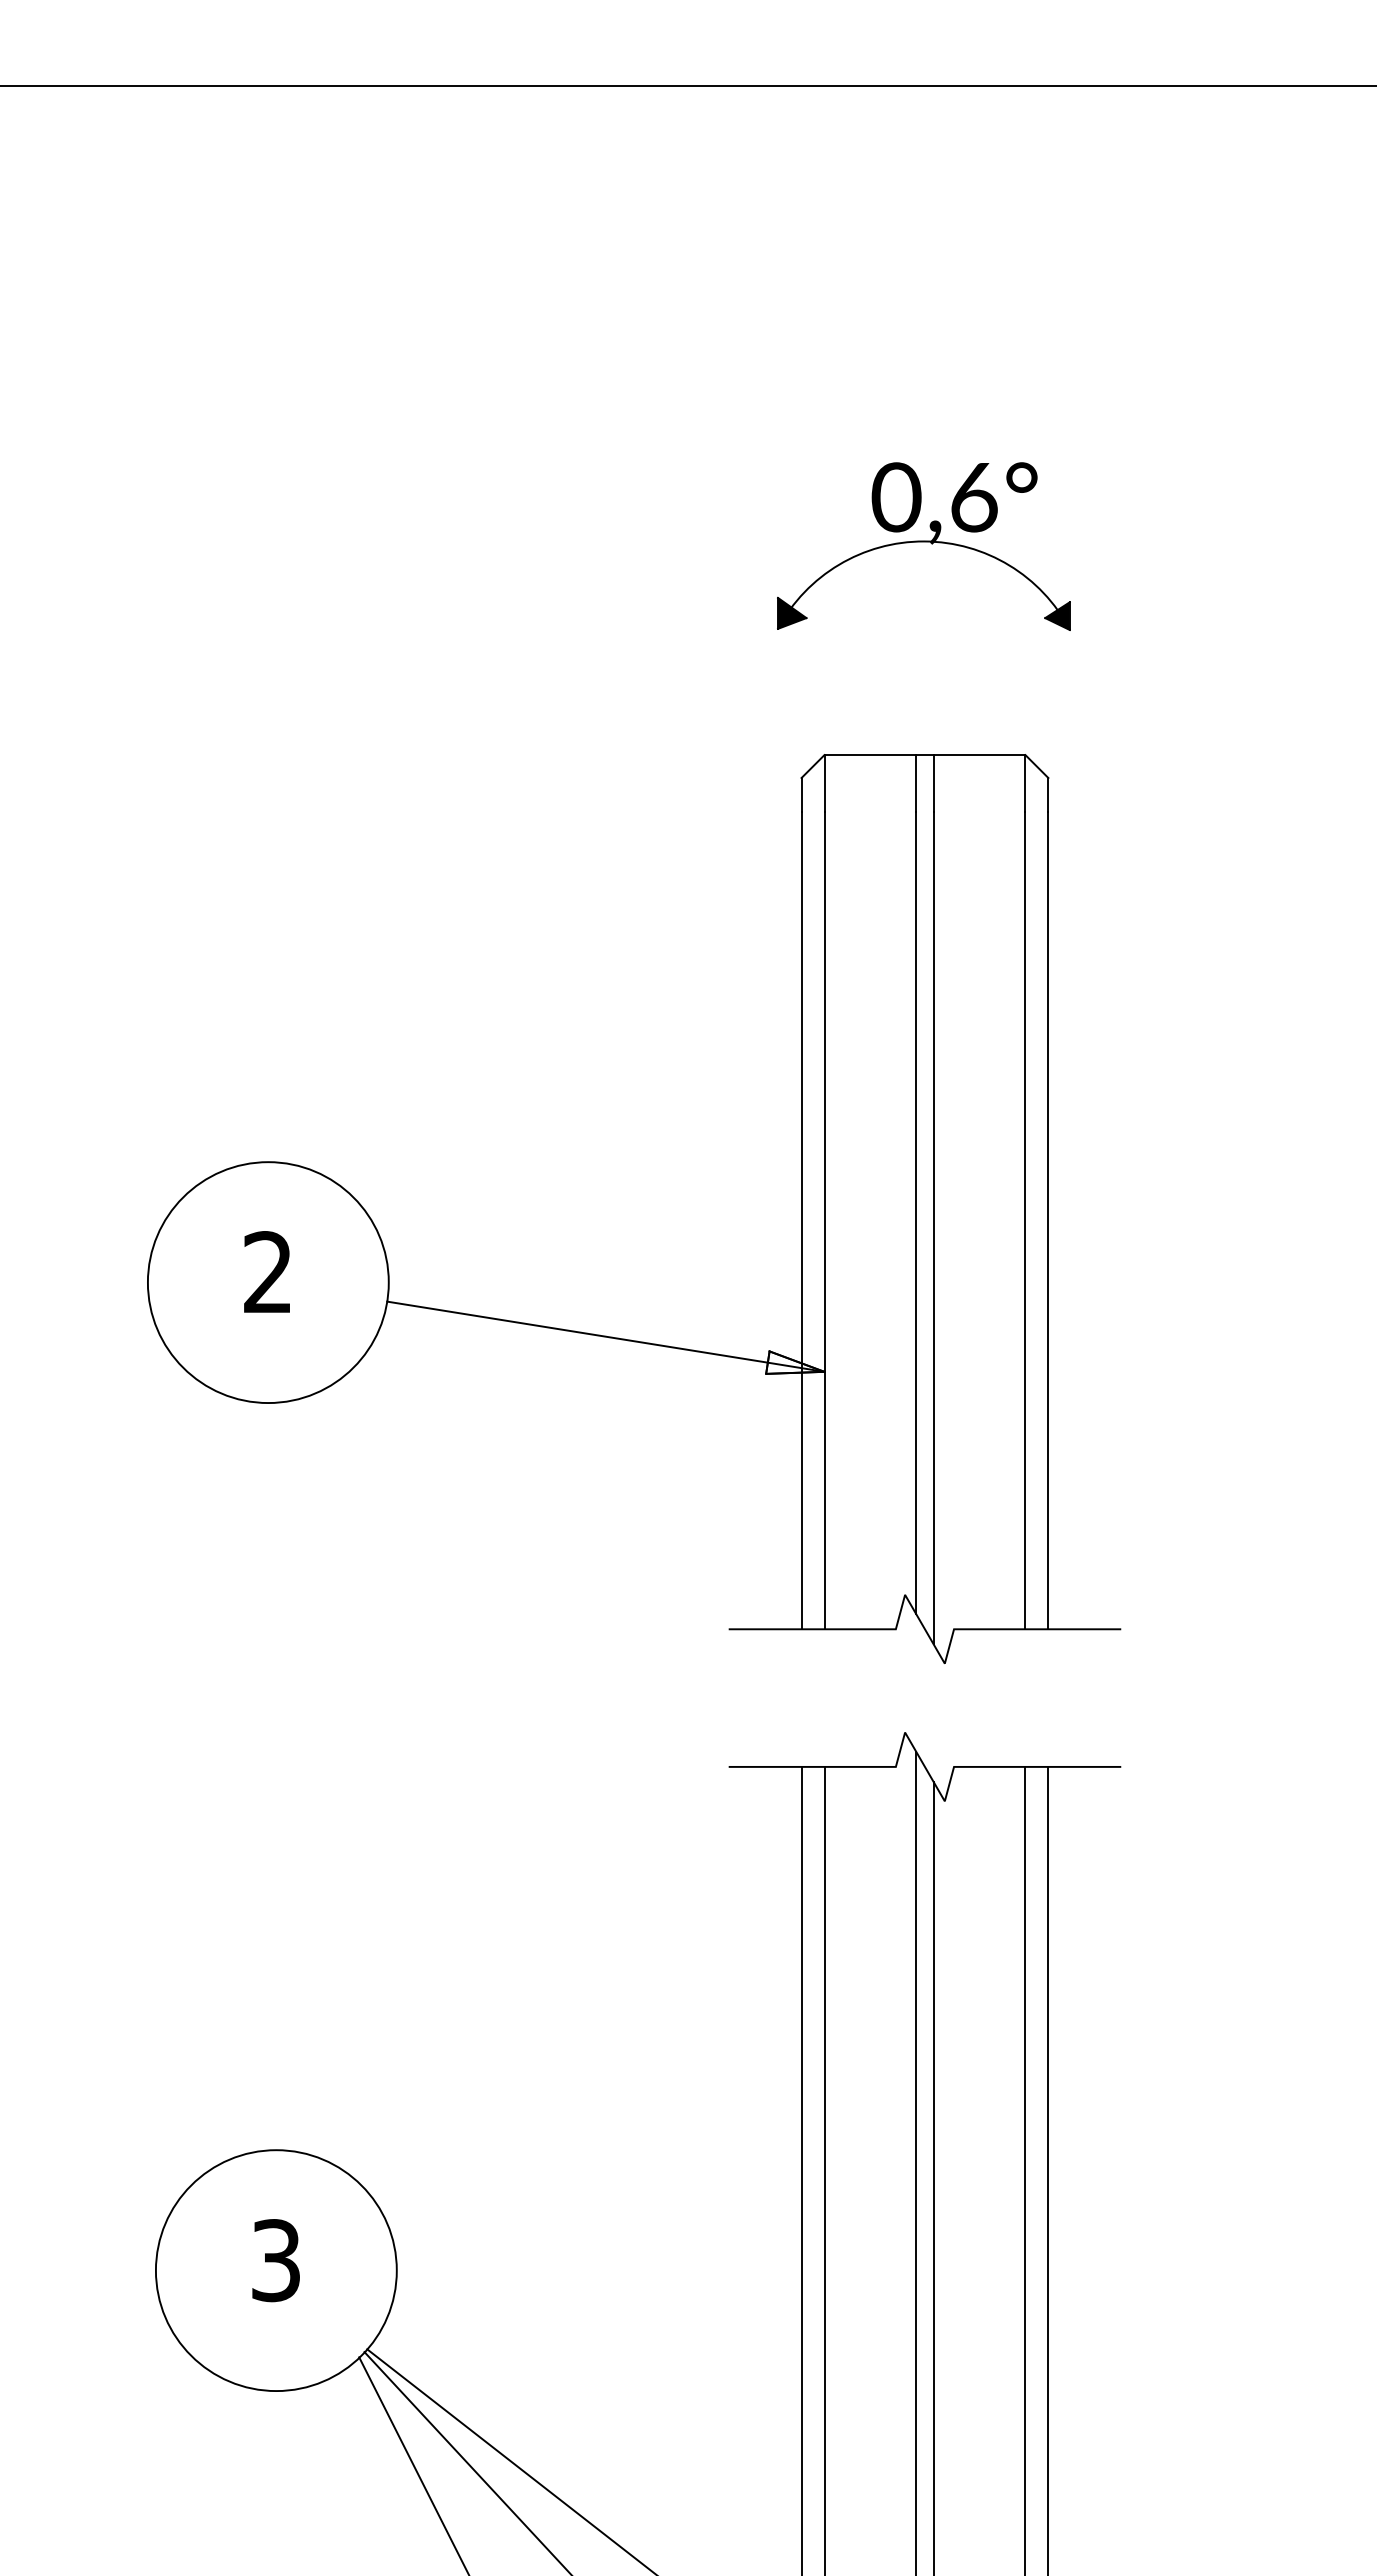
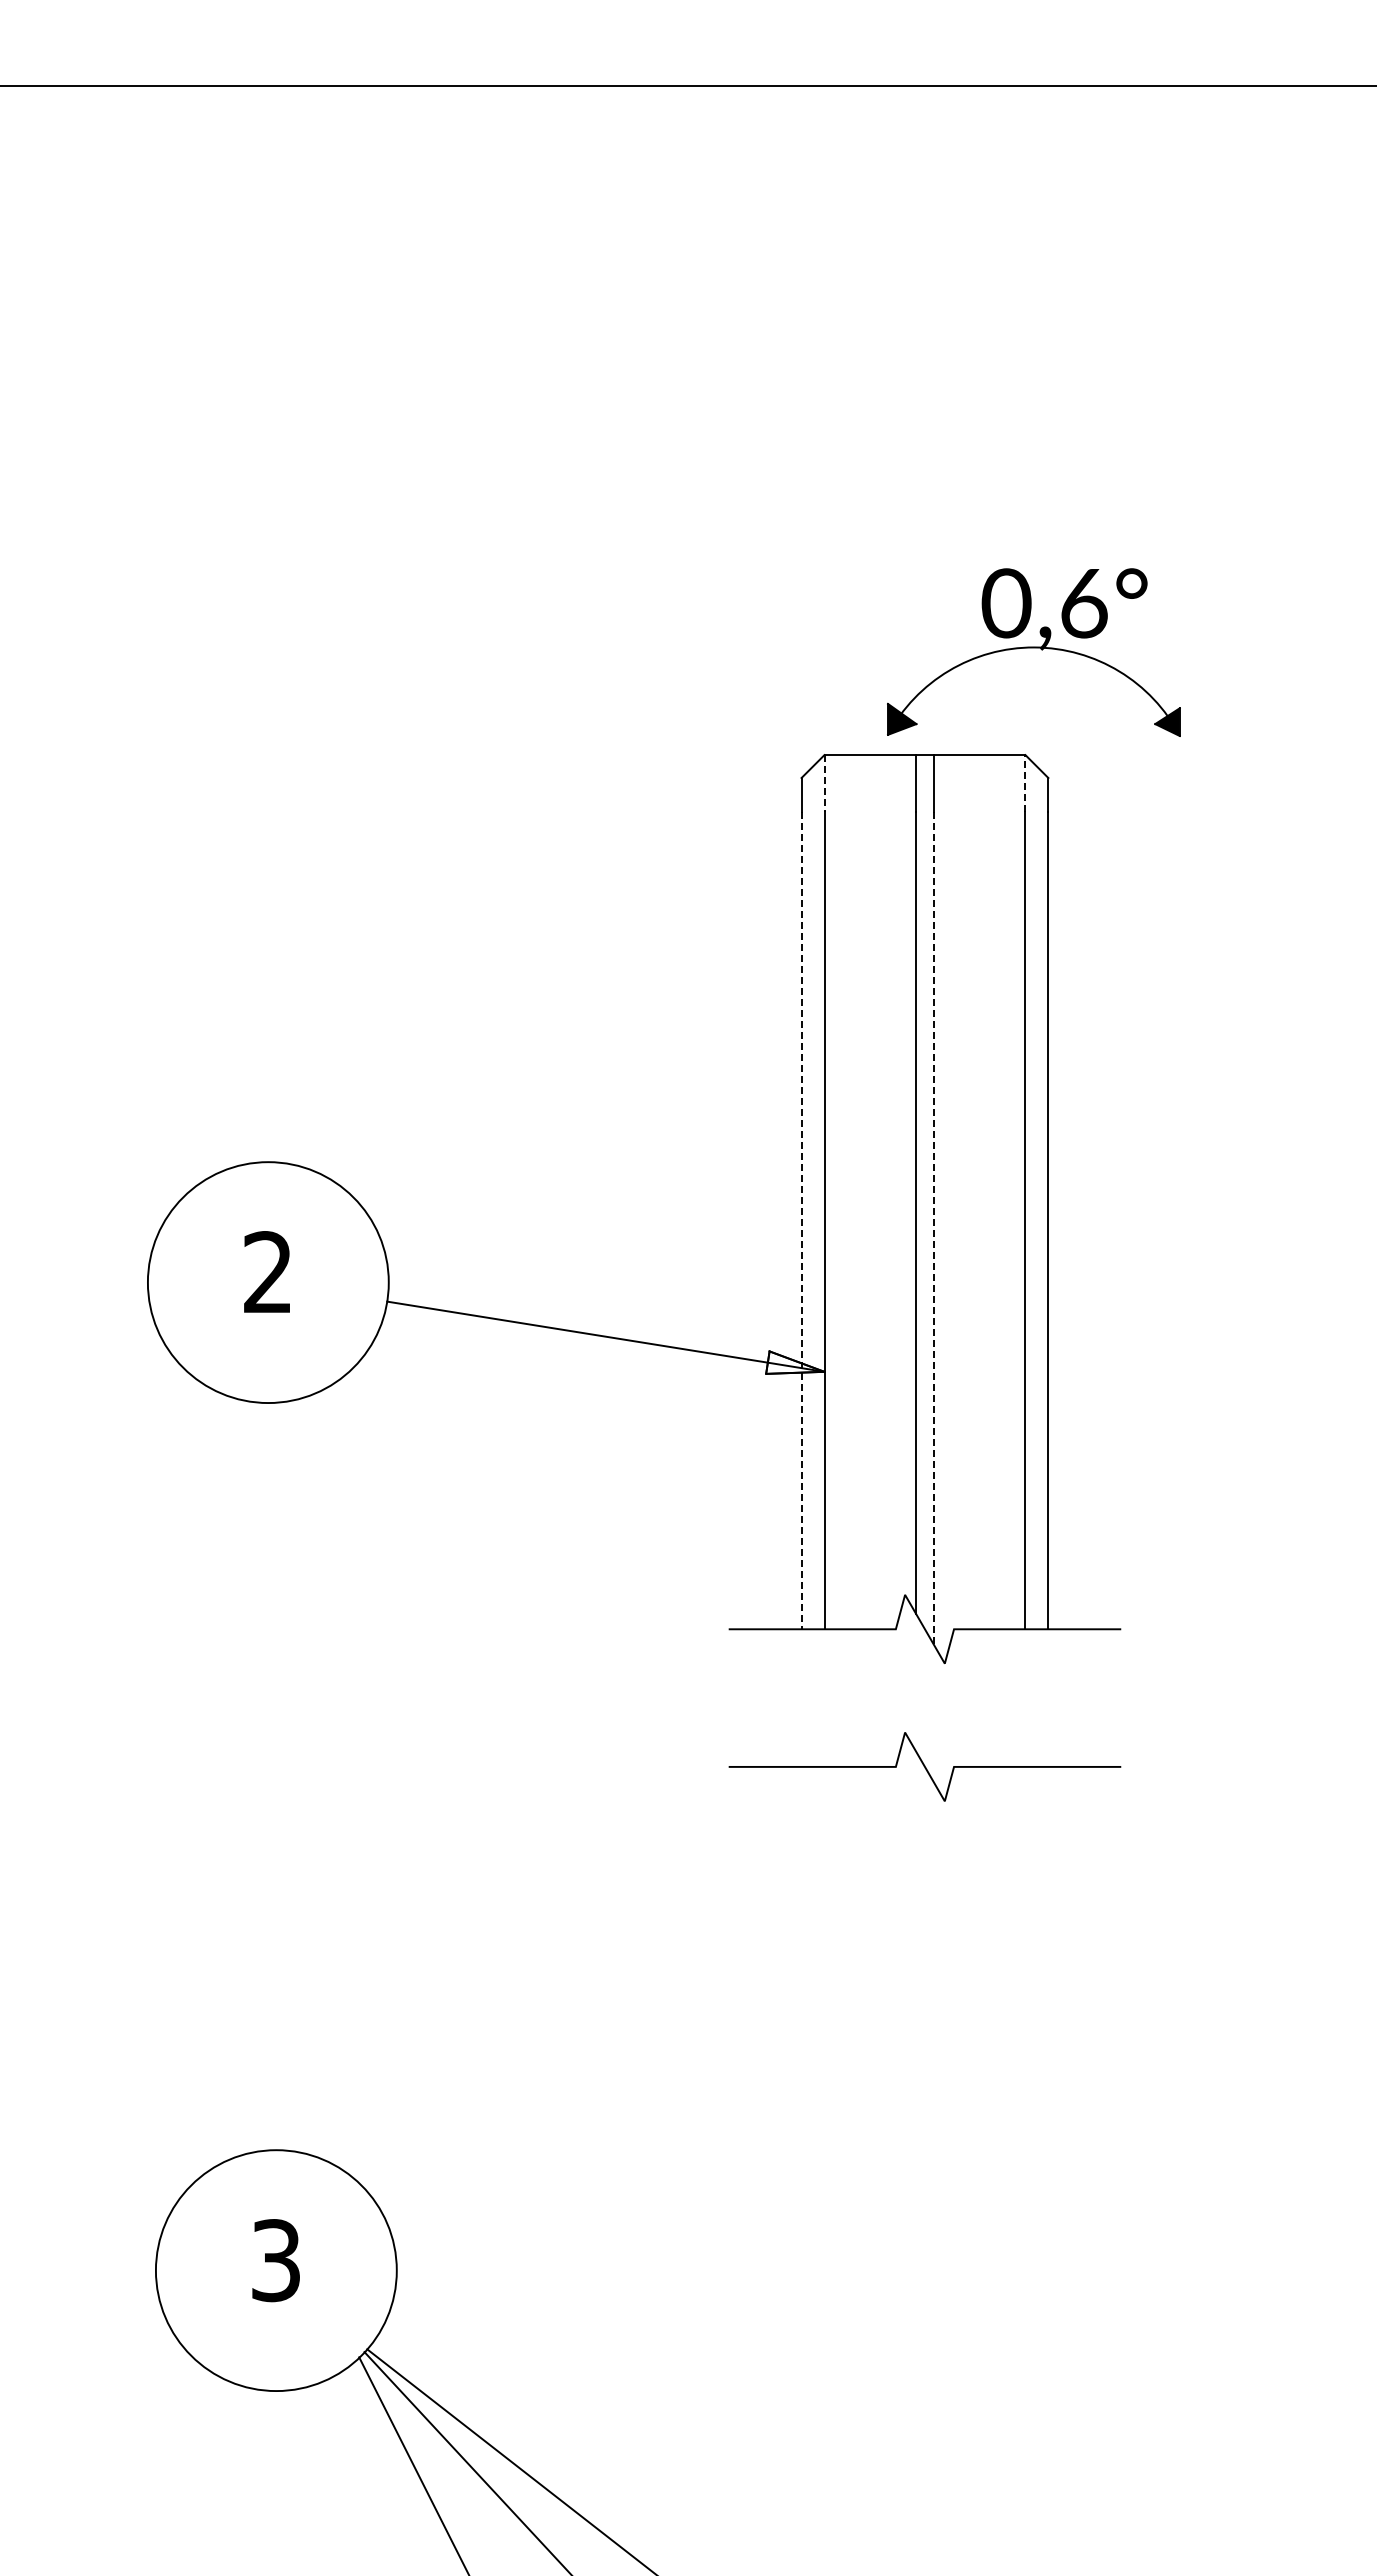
part at (923, 546) position: (923, 546) -> (1033, 652)
line at (824, 783): solid -> dashed
line at (1025, 783): solid -> dashed
line at (801, 1221): solid -> dashed
line at (933, 1228): solid -> dashed
line at (916, 2161): present -> none
line at (801, 2169): present -> none
line at (824, 2169): present -> none
line at (1025, 2169): present -> none
line at (1048, 2169): present -> none
line at (933, 2177): present -> none
